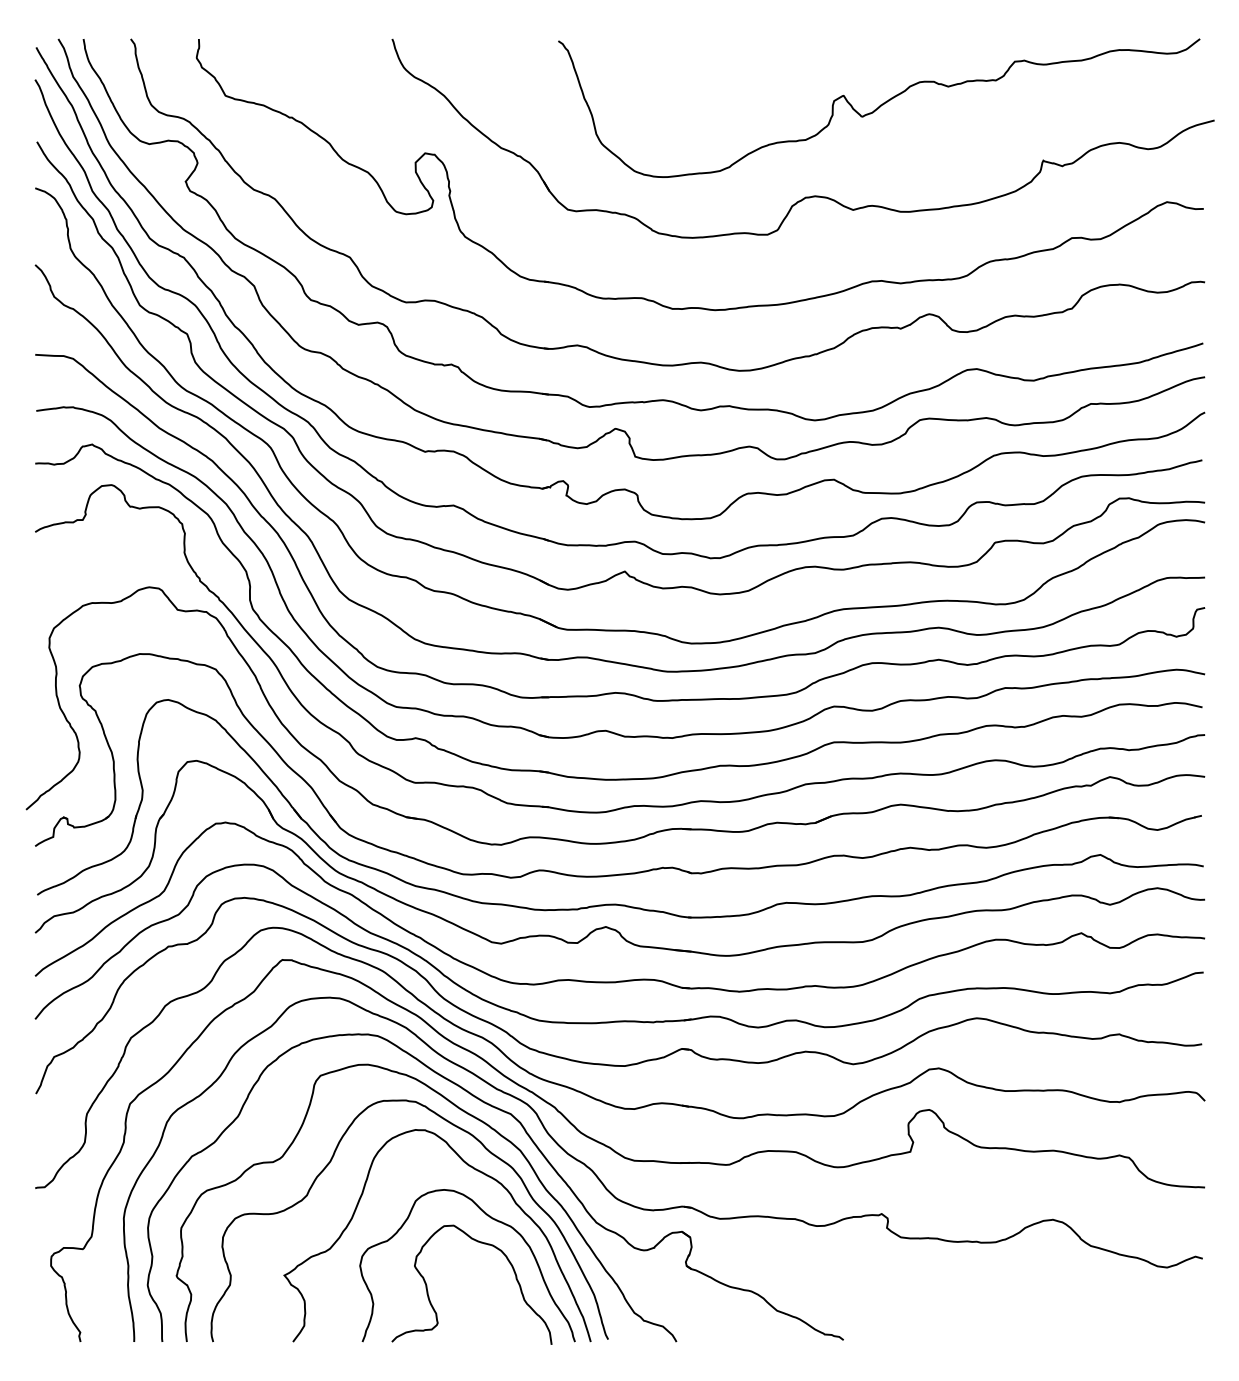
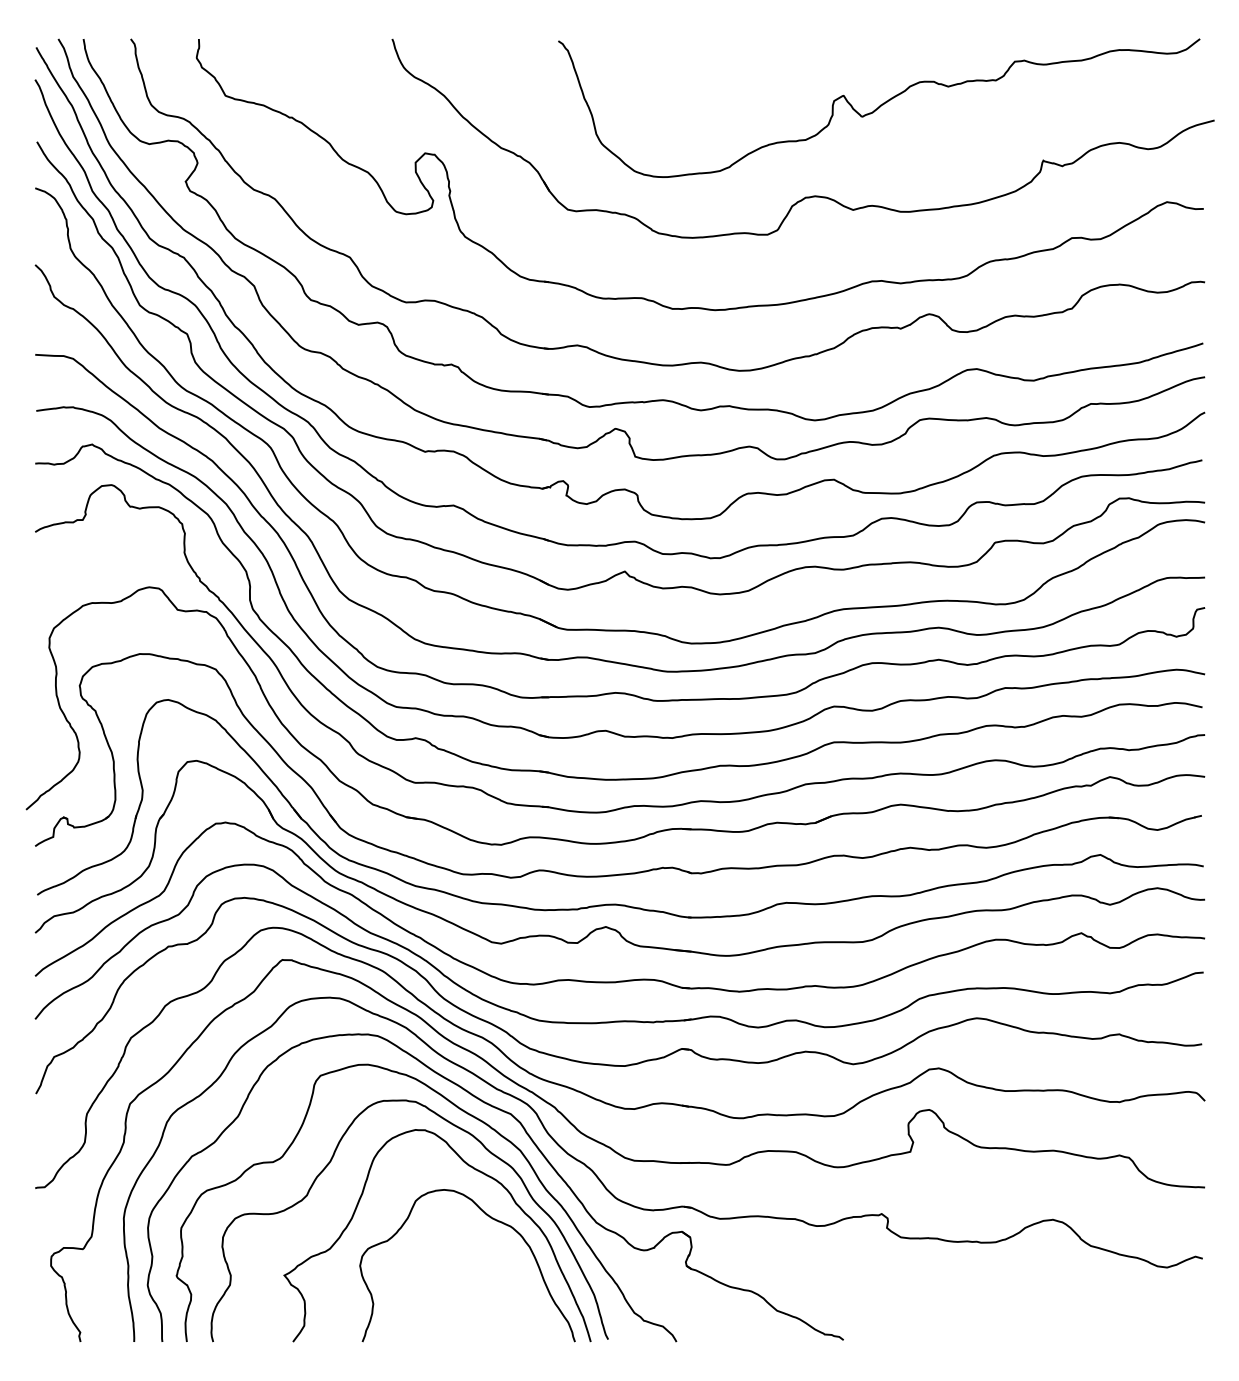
curve at (480, 1243): present -> none
